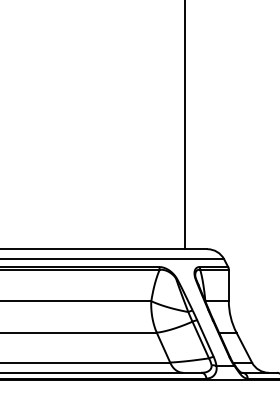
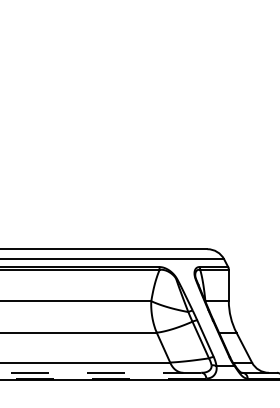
line at (185, 125): present -> none
line at (100, 372): solid -> dashed
line at (103, 378): solid -> dashed
